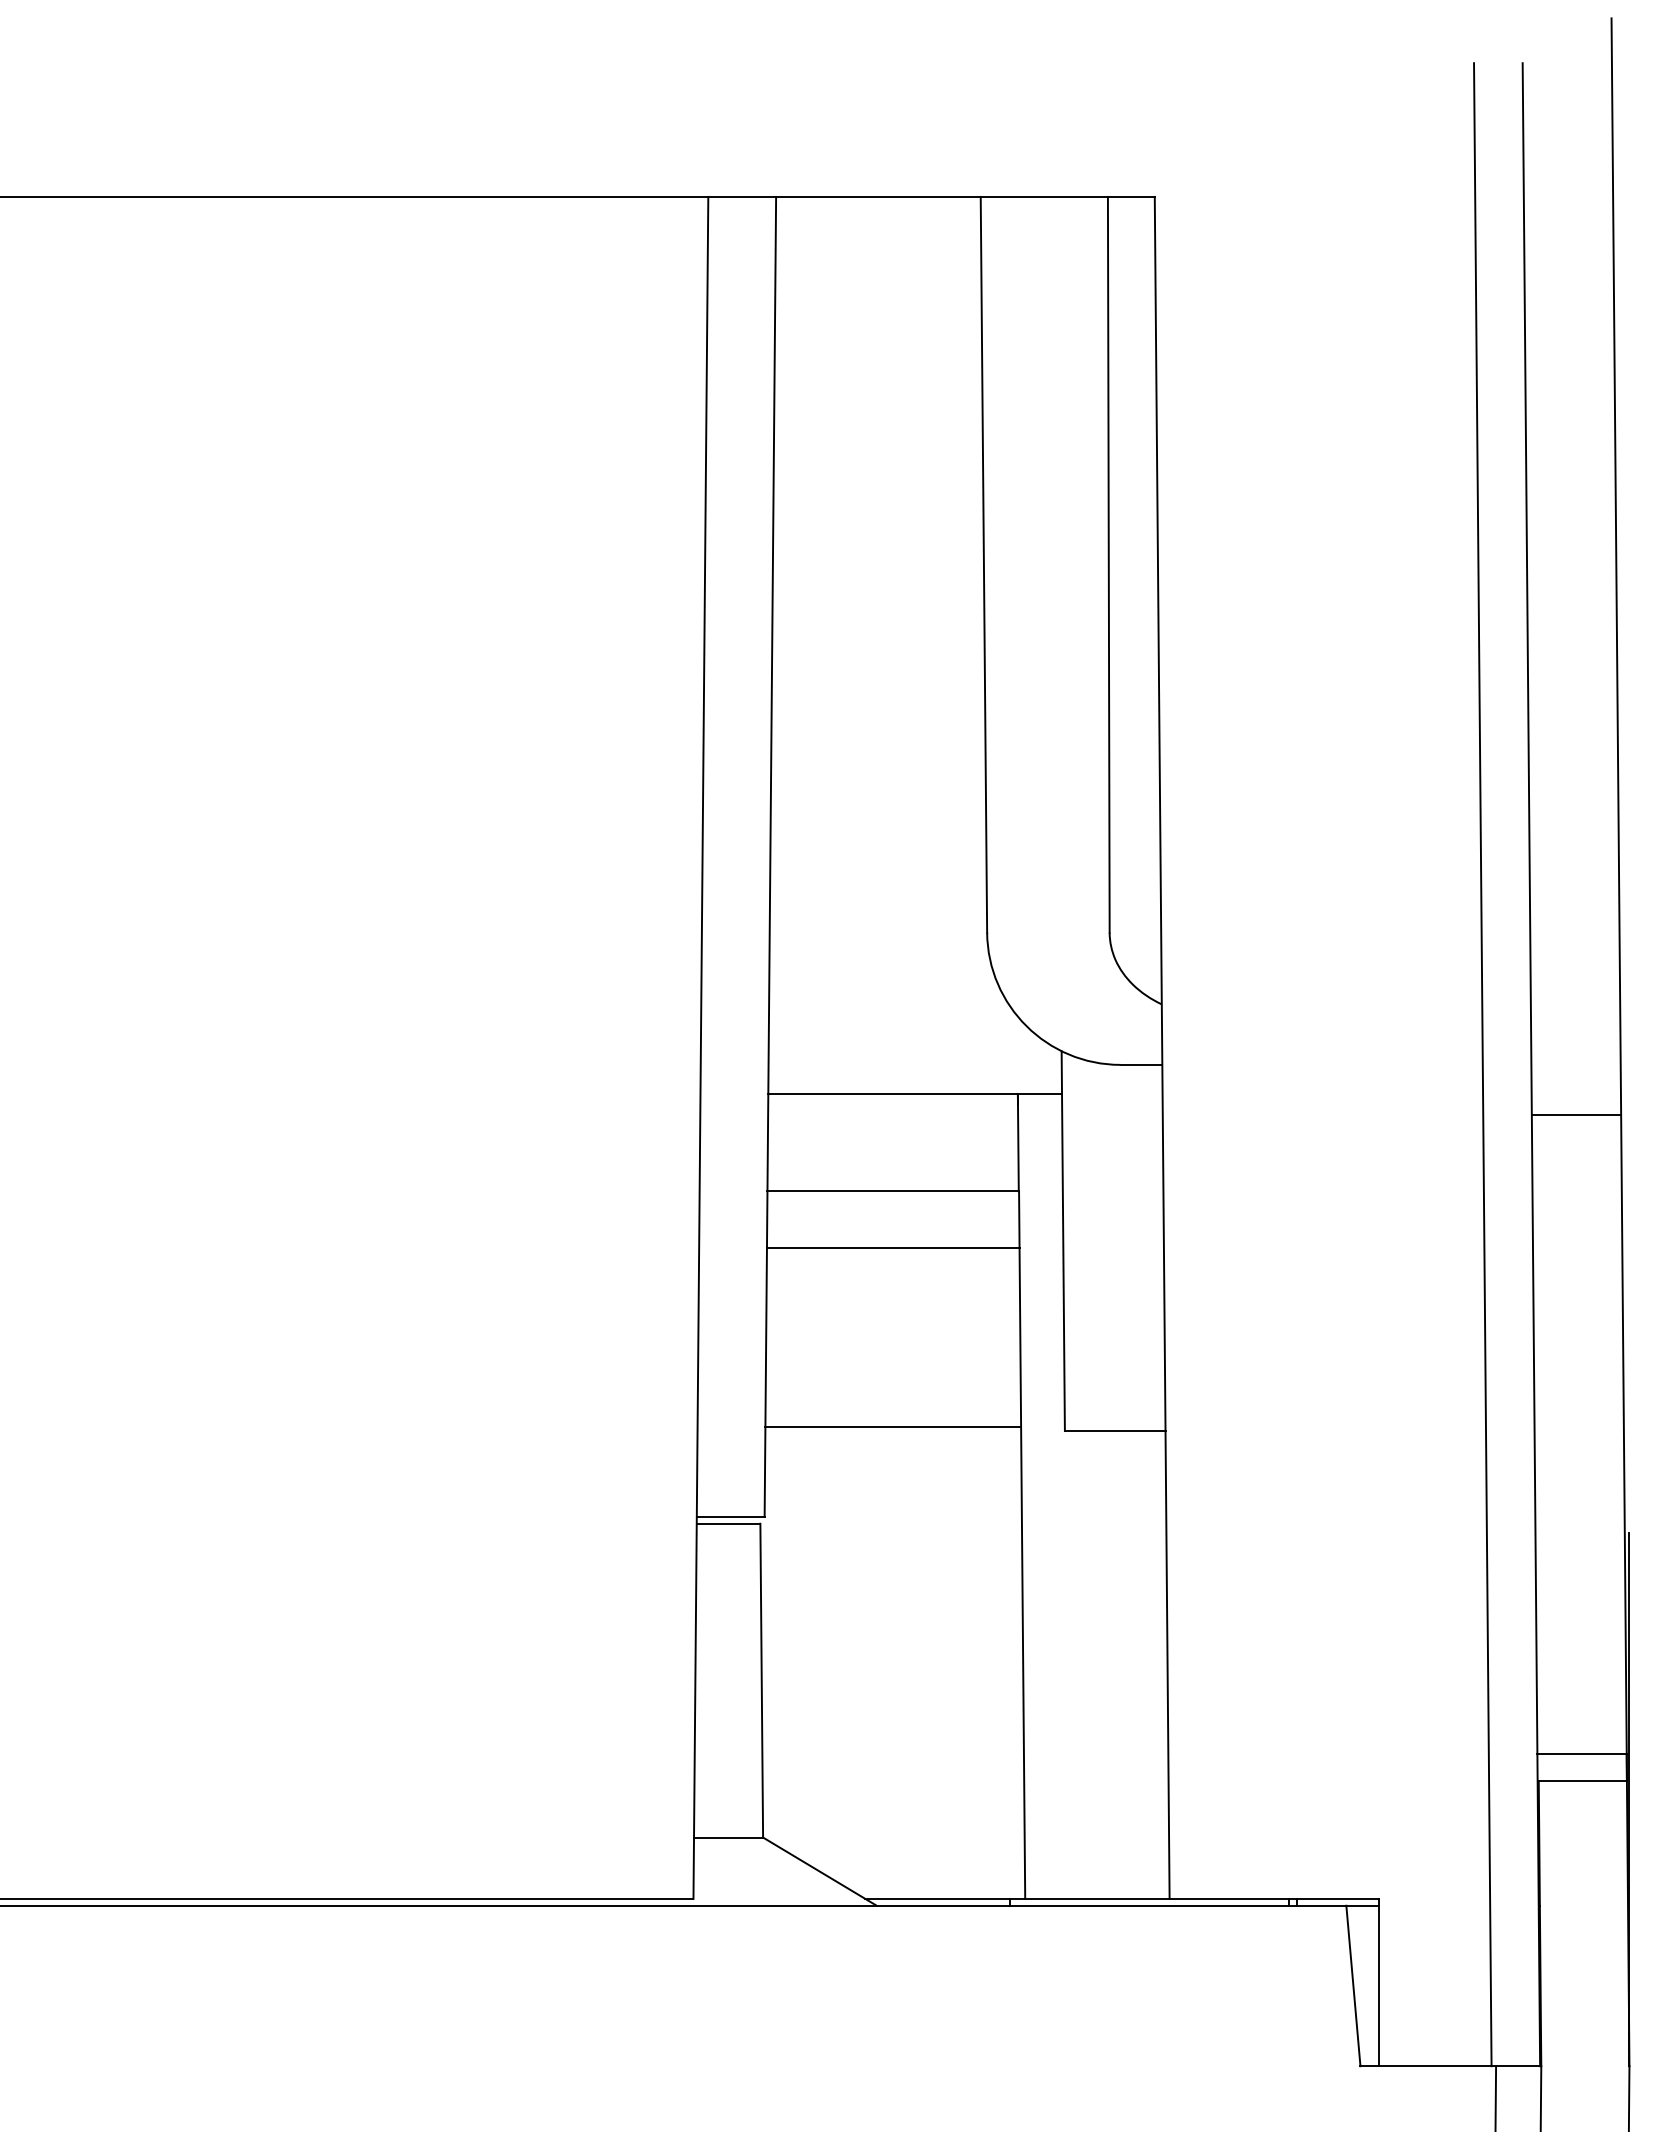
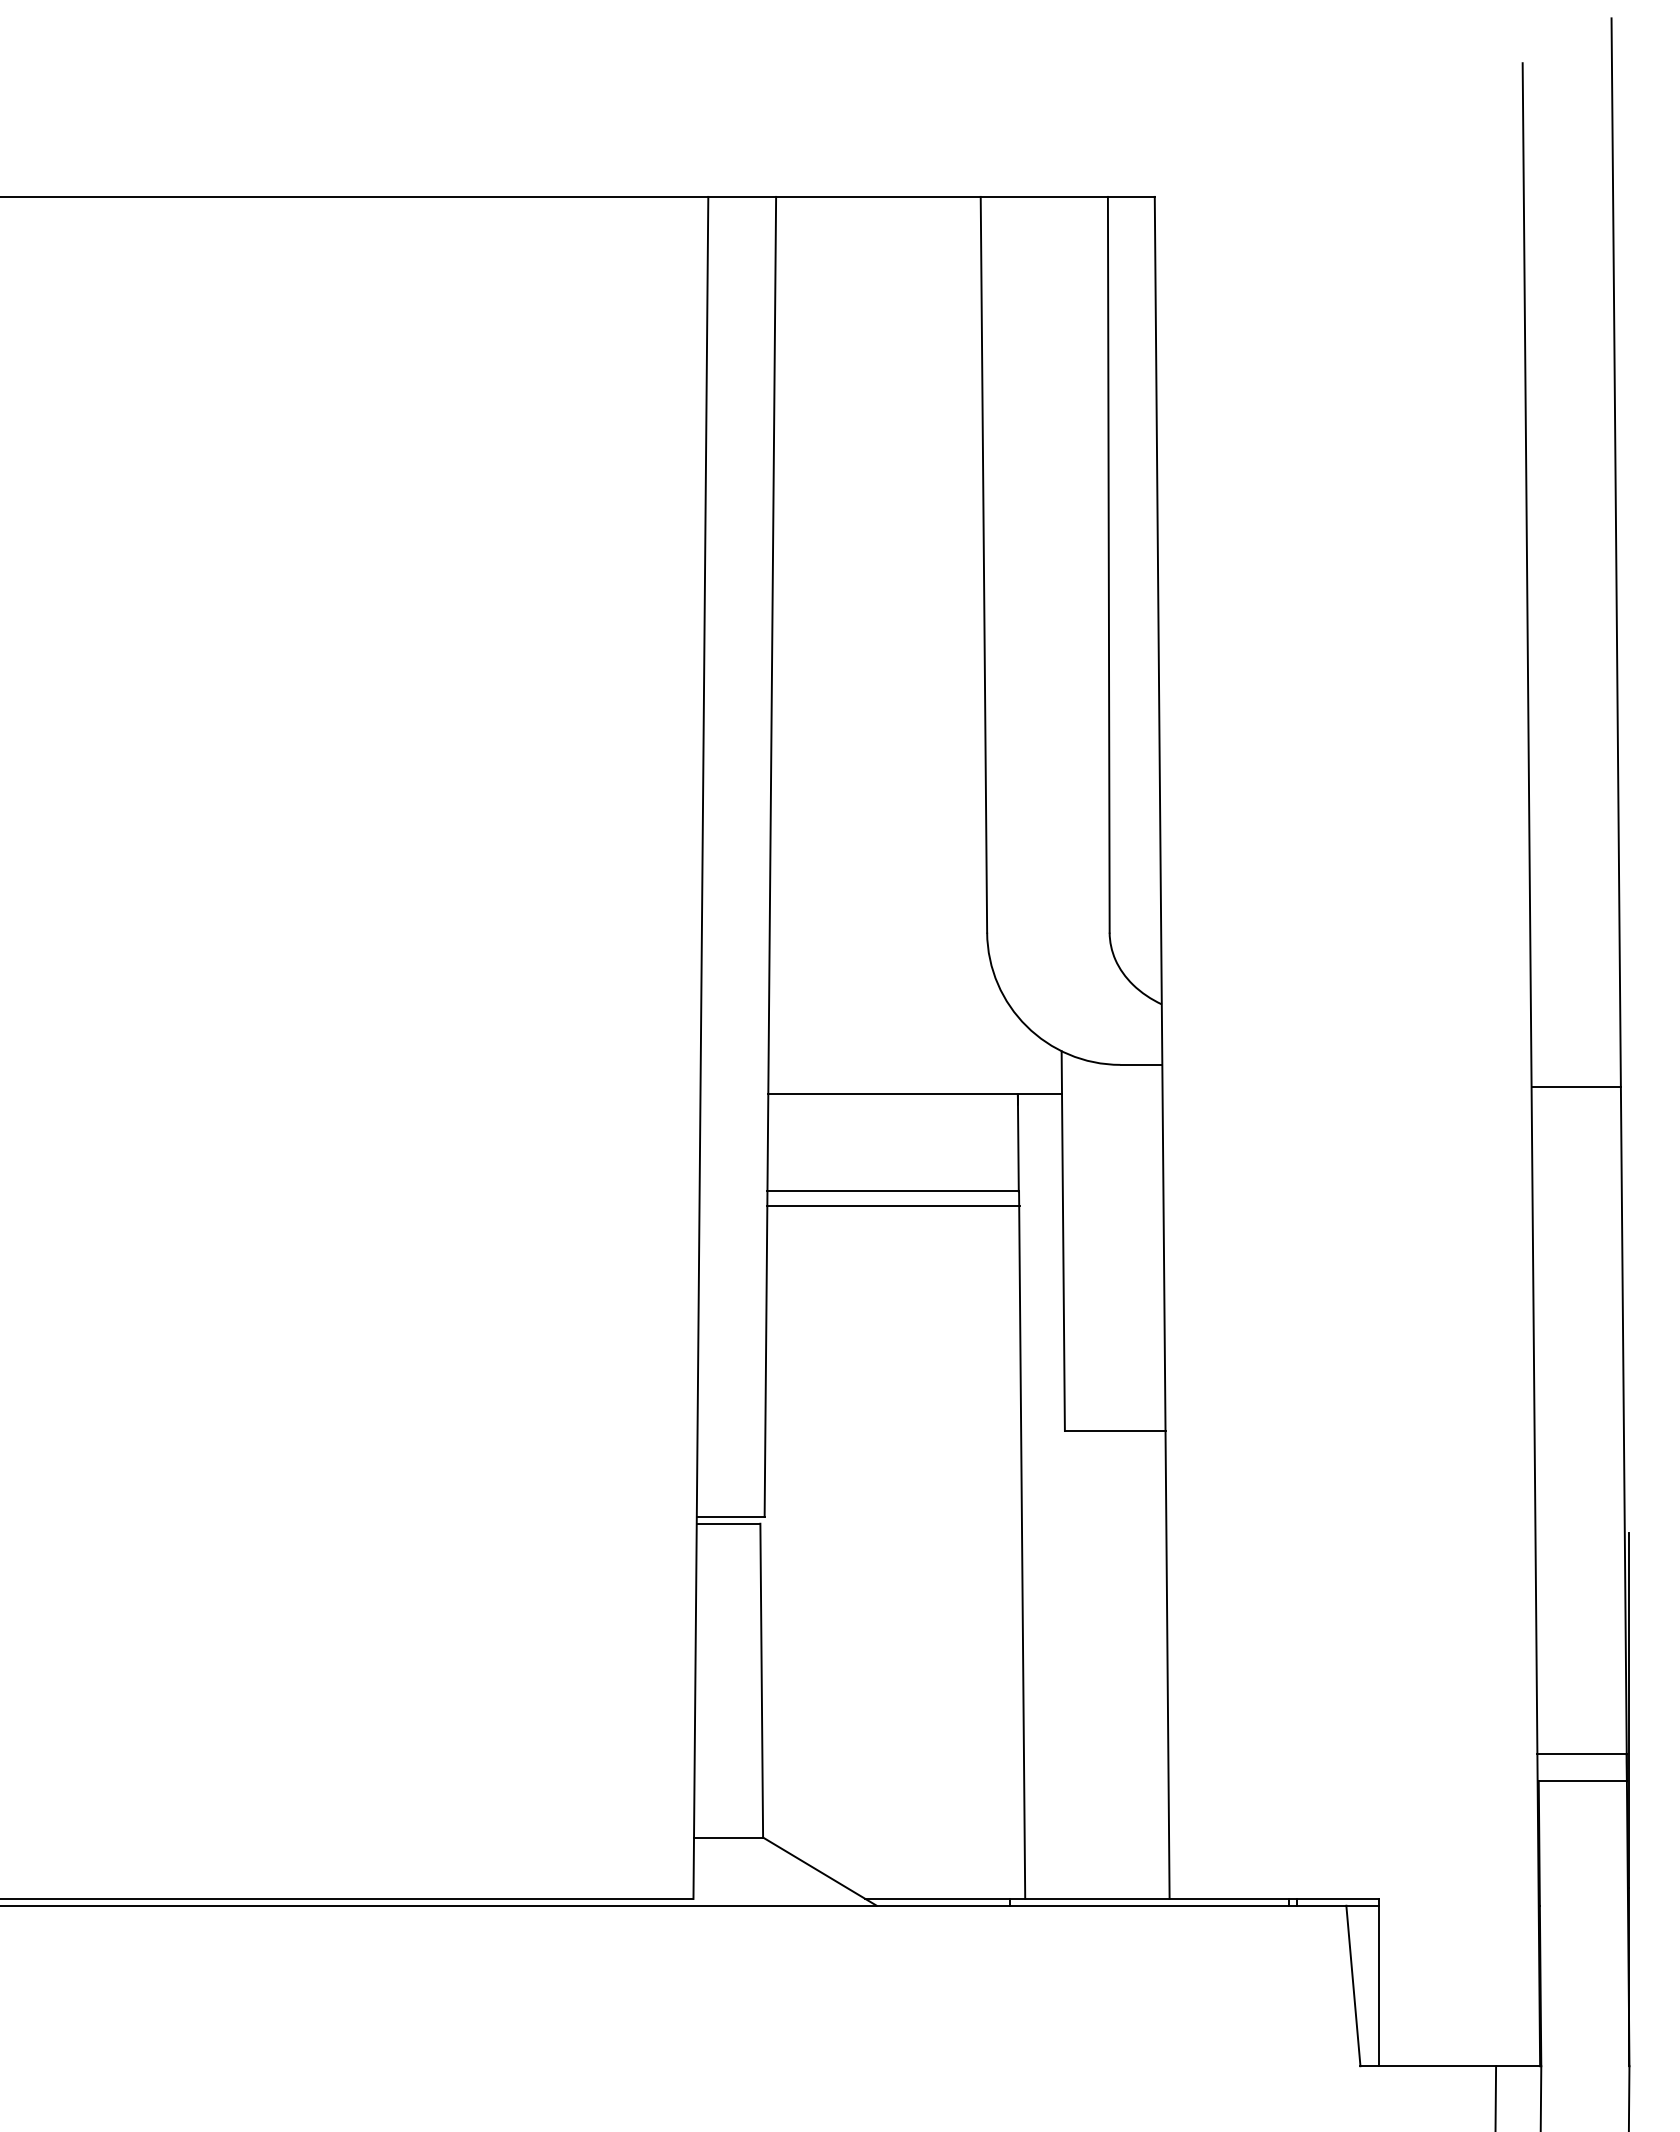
line at (1482, 1064): present -> none
line at (1576, 1114) position: (1576, 1114) -> (1576, 1086)
line at (892, 1247) position: (892, 1247) -> (892, 1205)
line at (893, 1426): present -> none
